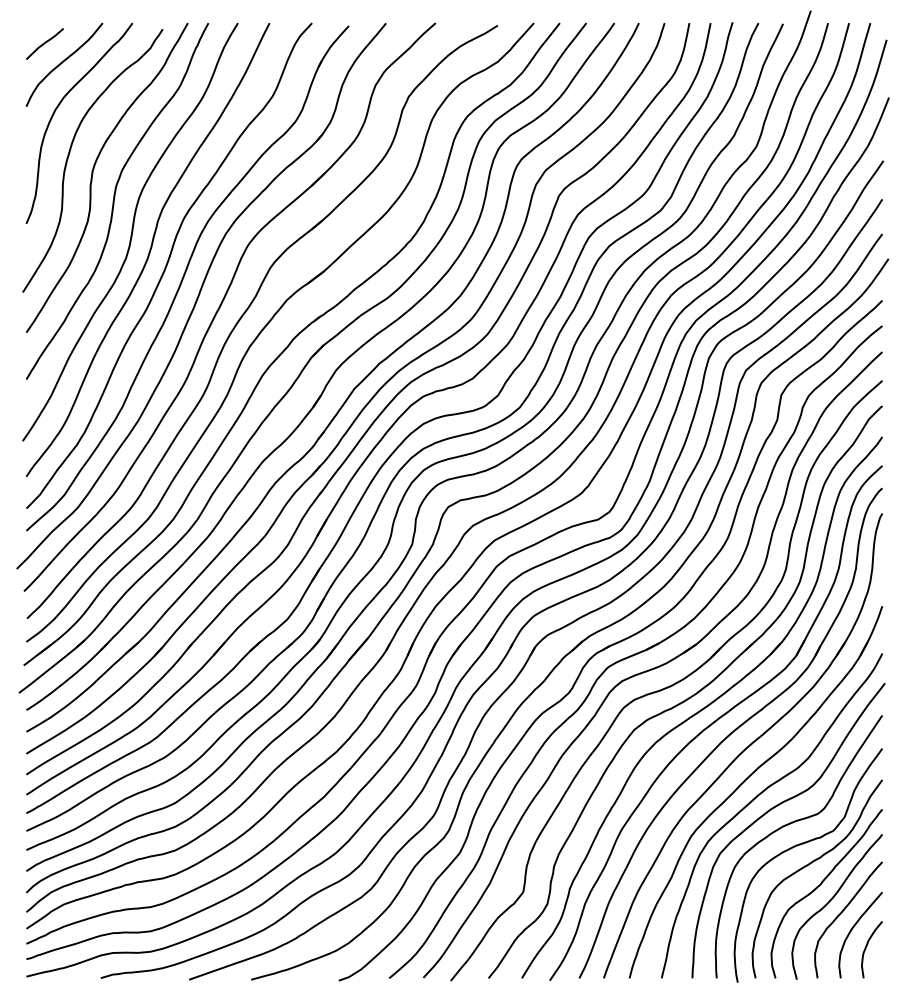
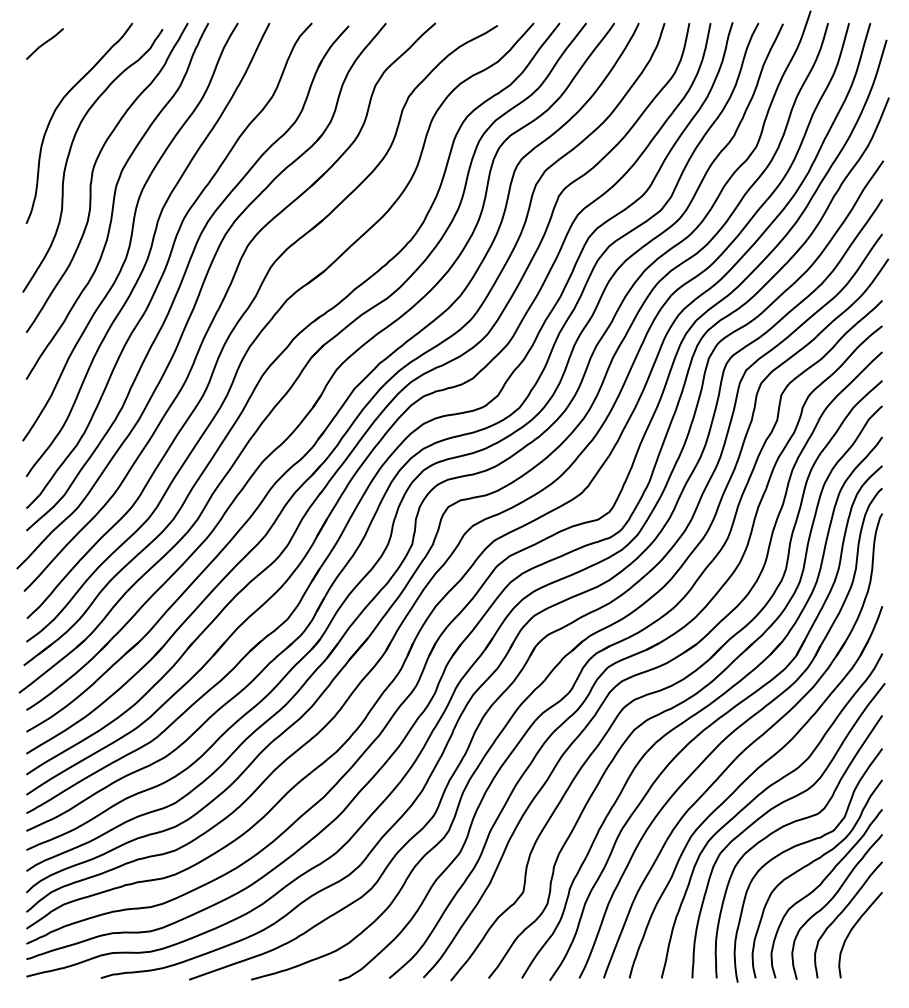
curve at (63, 62): present -> none
curve at (867, 946): present -> none
